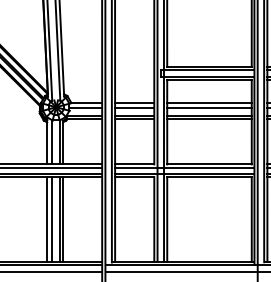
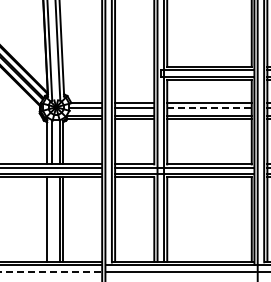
line at (209, 107): solid -> dashed
line at (51, 219): present -> none
line at (51, 271): solid -> dashed
